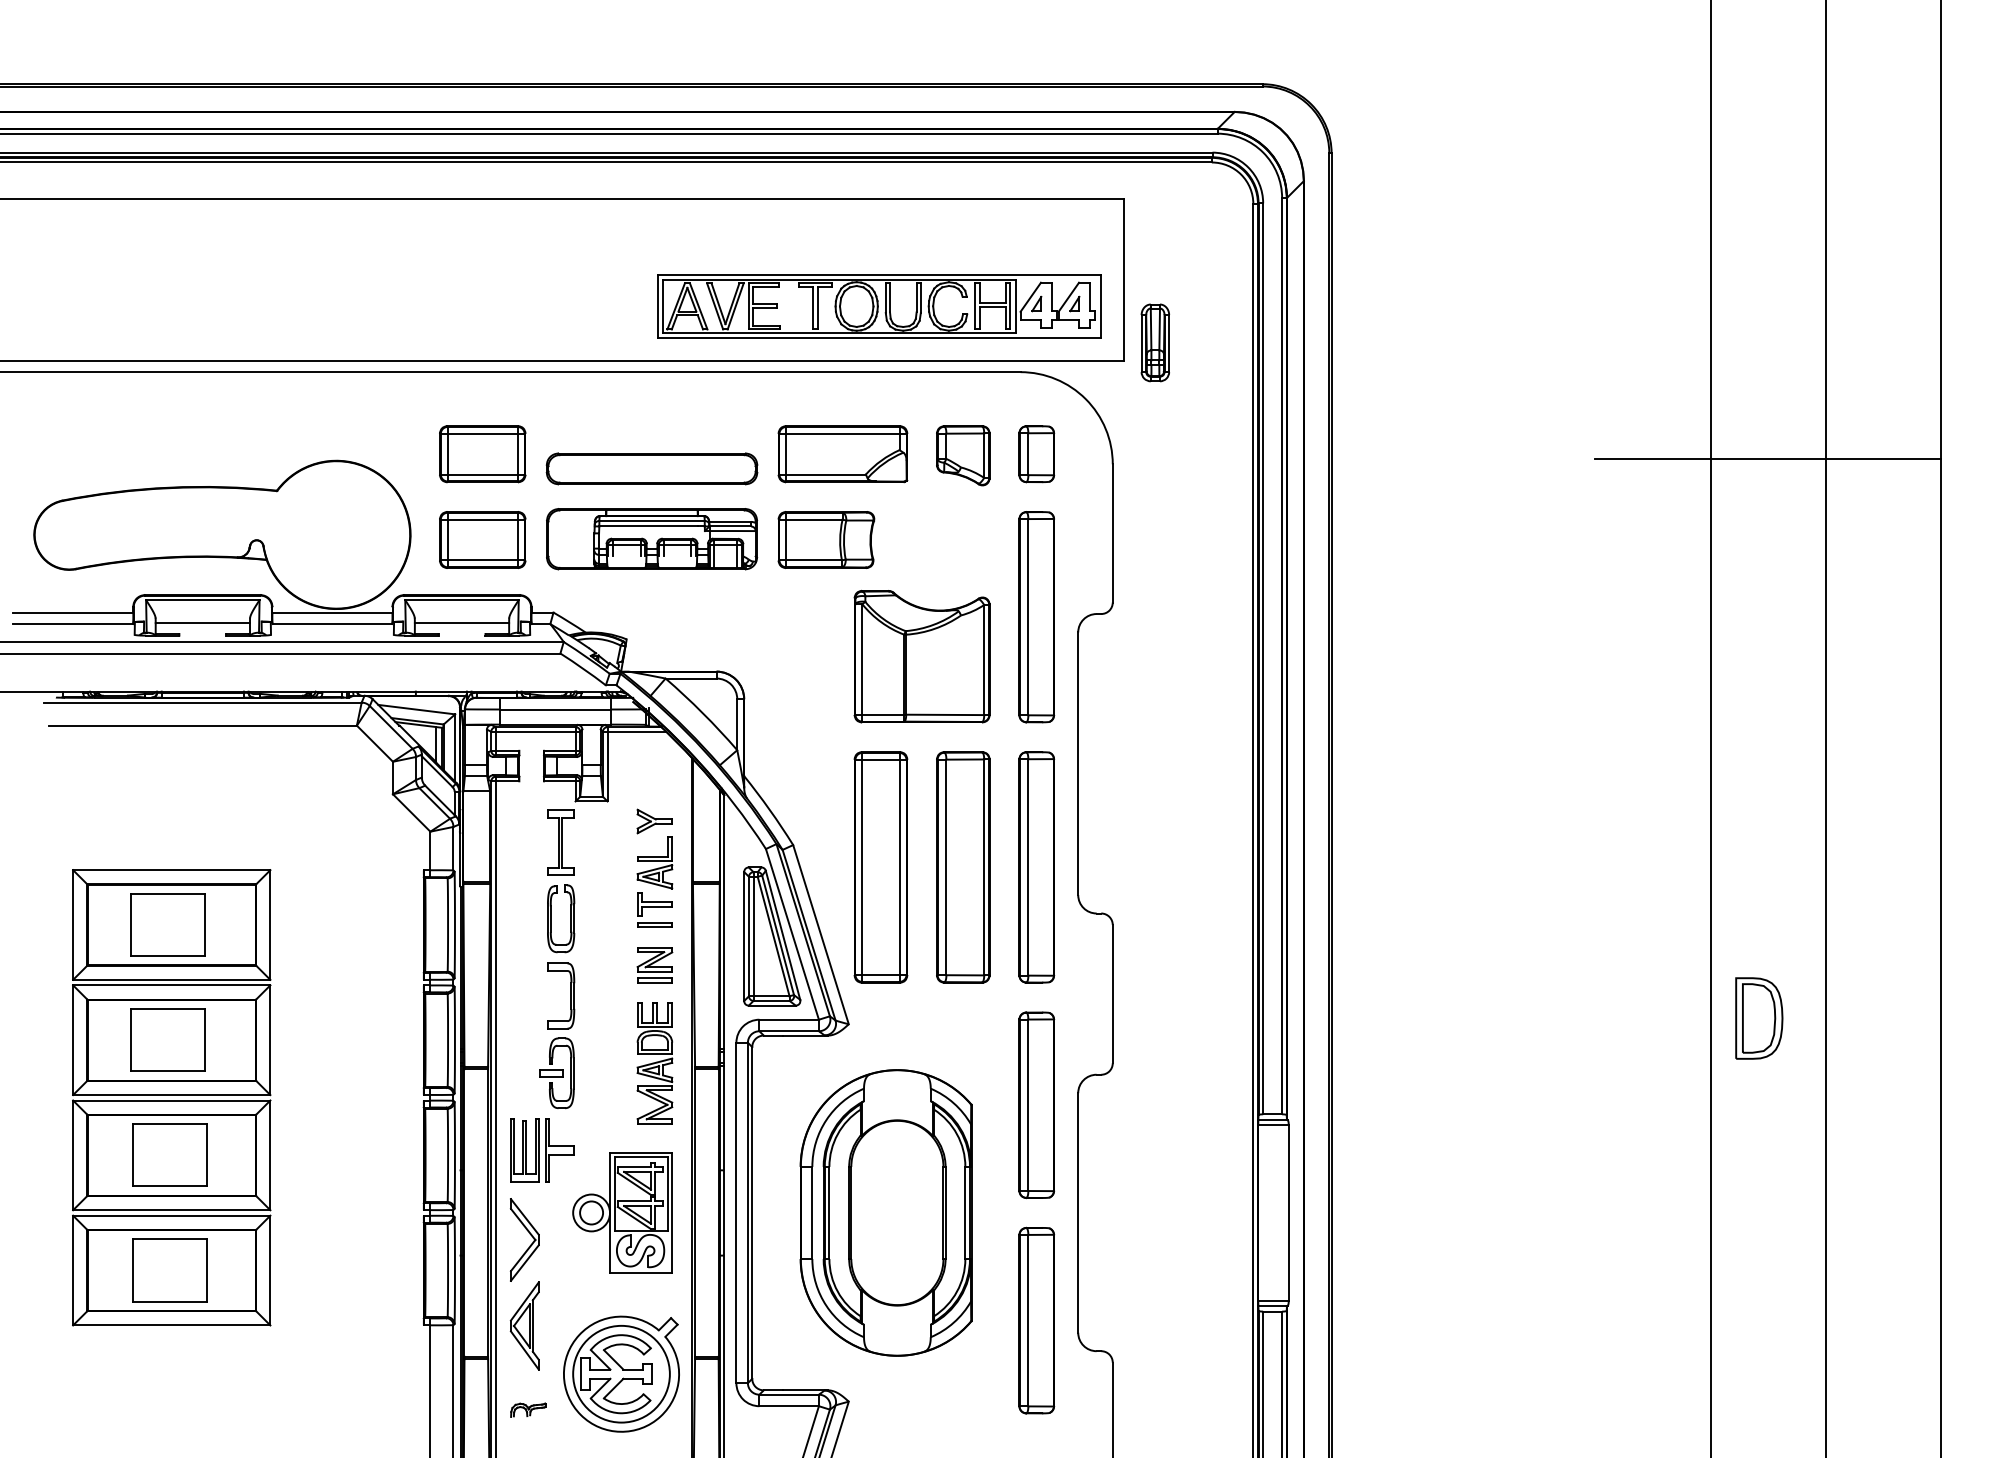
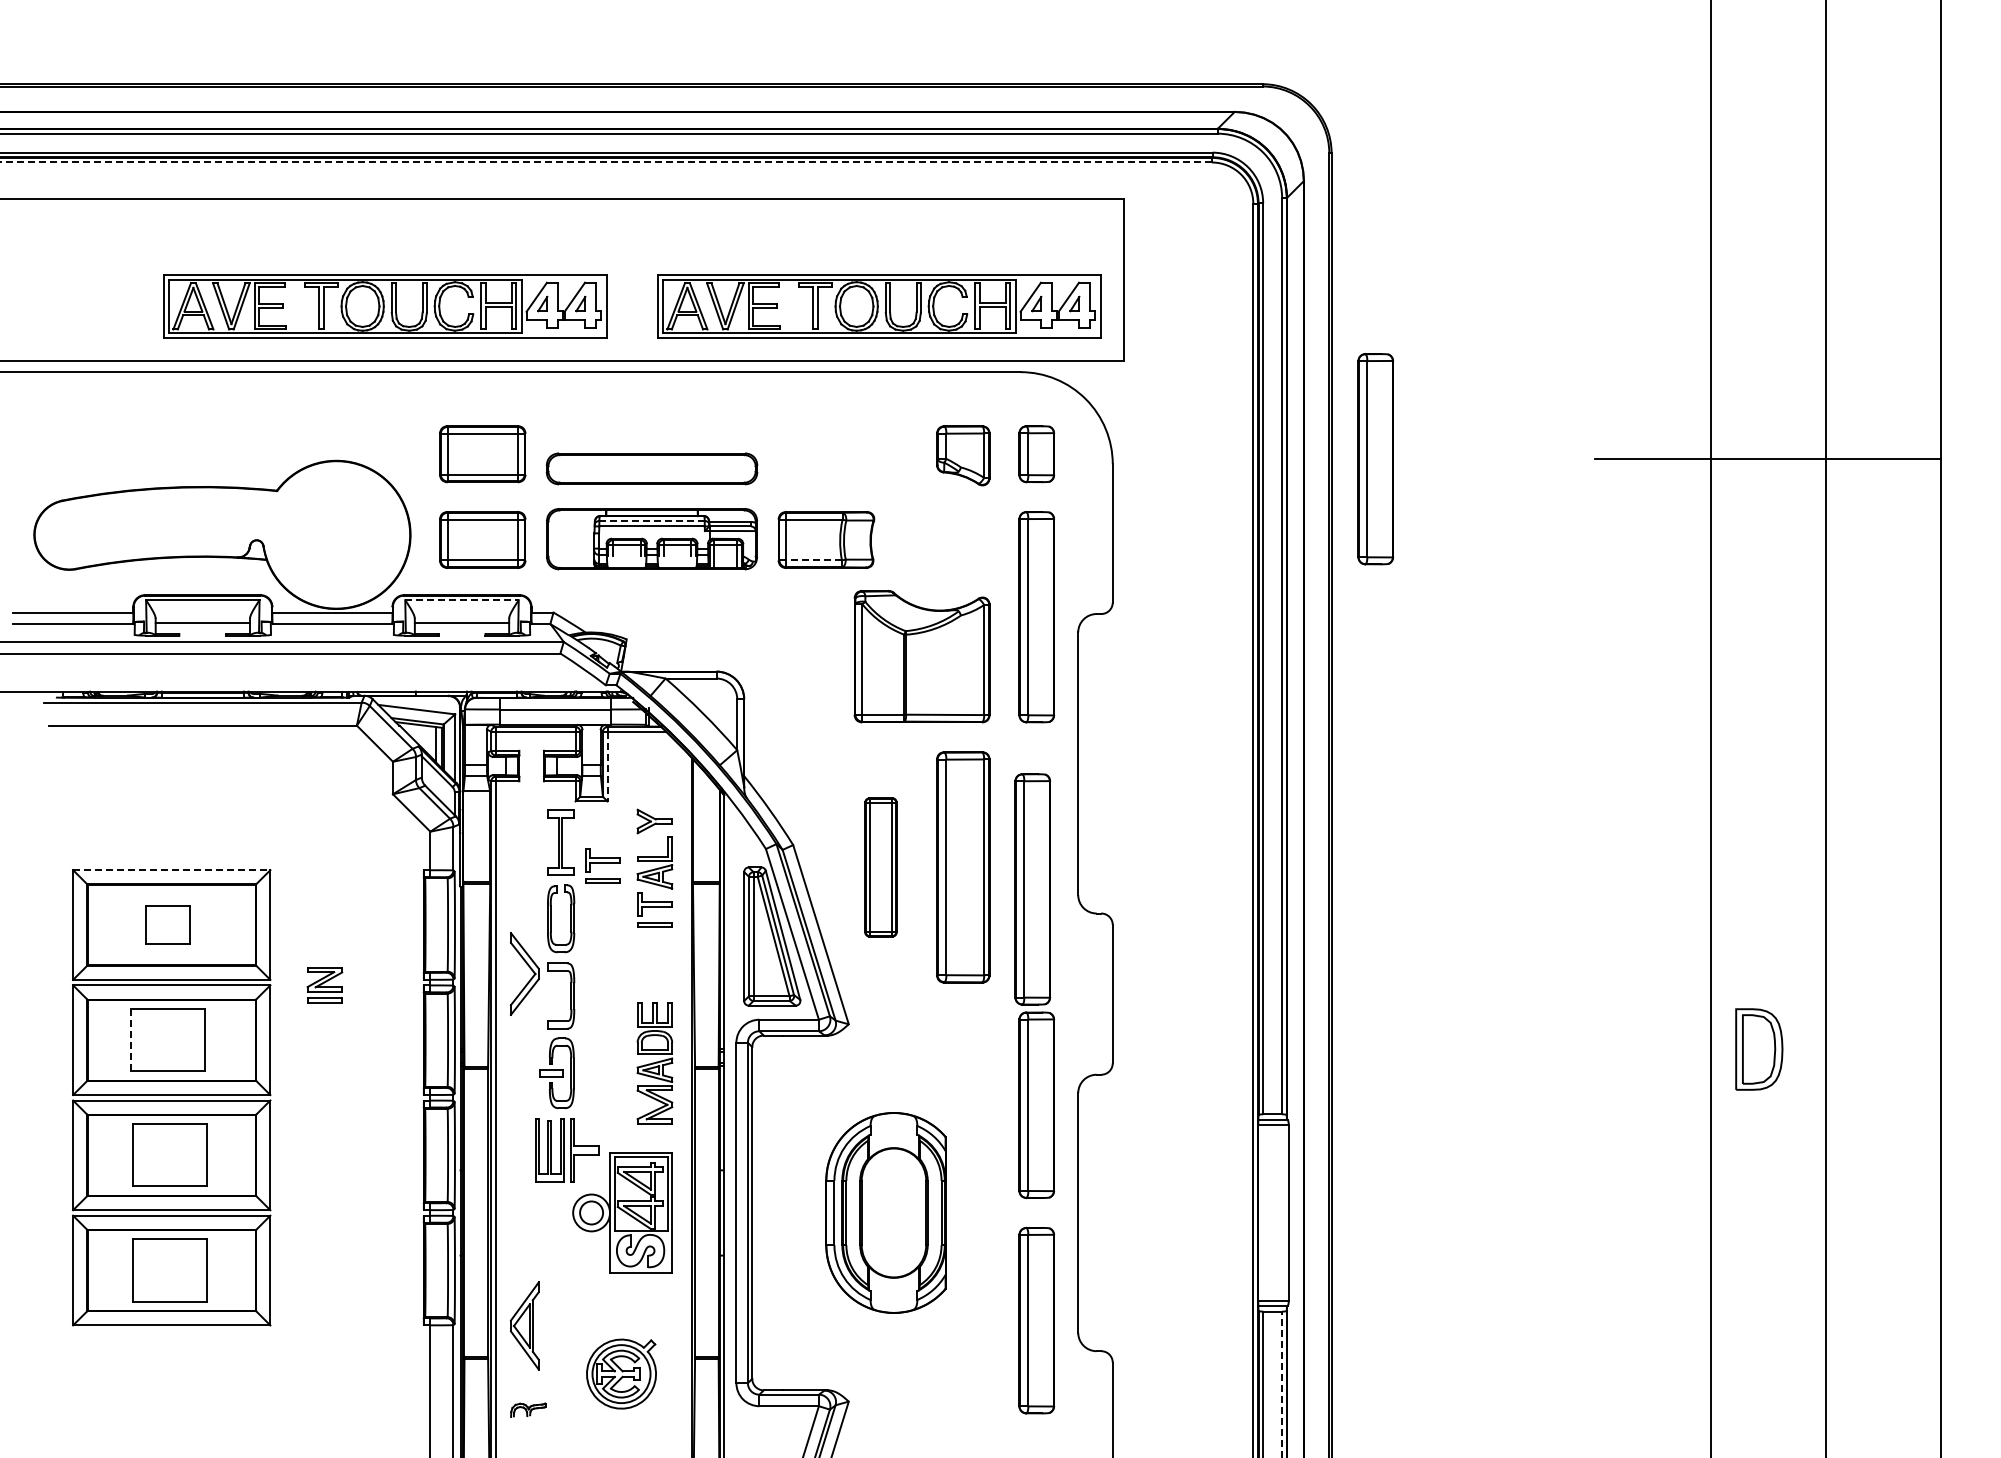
line at (606, 162): solid -> dashed
part at (385, 306): none -> present
part at (1154, 342): present -> none
part at (842, 454): present -> none
part at (1375, 459): none -> present
line at (652, 521): solid -> dashed
line at (814, 560): solid -> dashed
line at (462, 600): solid -> dashed
line at (607, 766): solid -> dashed
part at (602, 865): none -> present
part at (880, 867) size: 56x233 px -> 34x141 px
part at (1036, 867) position: (1036, 867) -> (1032, 889)
line at (171, 870): solid -> dashed
part at (167, 924) size: 76x64 px -> 46x40 px
part at (654, 965) position: (654, 965) -> (324, 985)
part at (1759, 1018) position: (1759, 1018) -> (1759, 1049)
line at (131, 1039): solid -> dashed
part at (542, 1150) position: (542, 1150) -> (567, 1150)
part at (885, 1212) size: 174x288 px -> 122x202 px
part at (529, 1234) position: (529, 1234) -> (529, 968)
part at (621, 1373) size: 117x118 px -> 71x72 px
line at (1282, 1384): solid -> dashed
